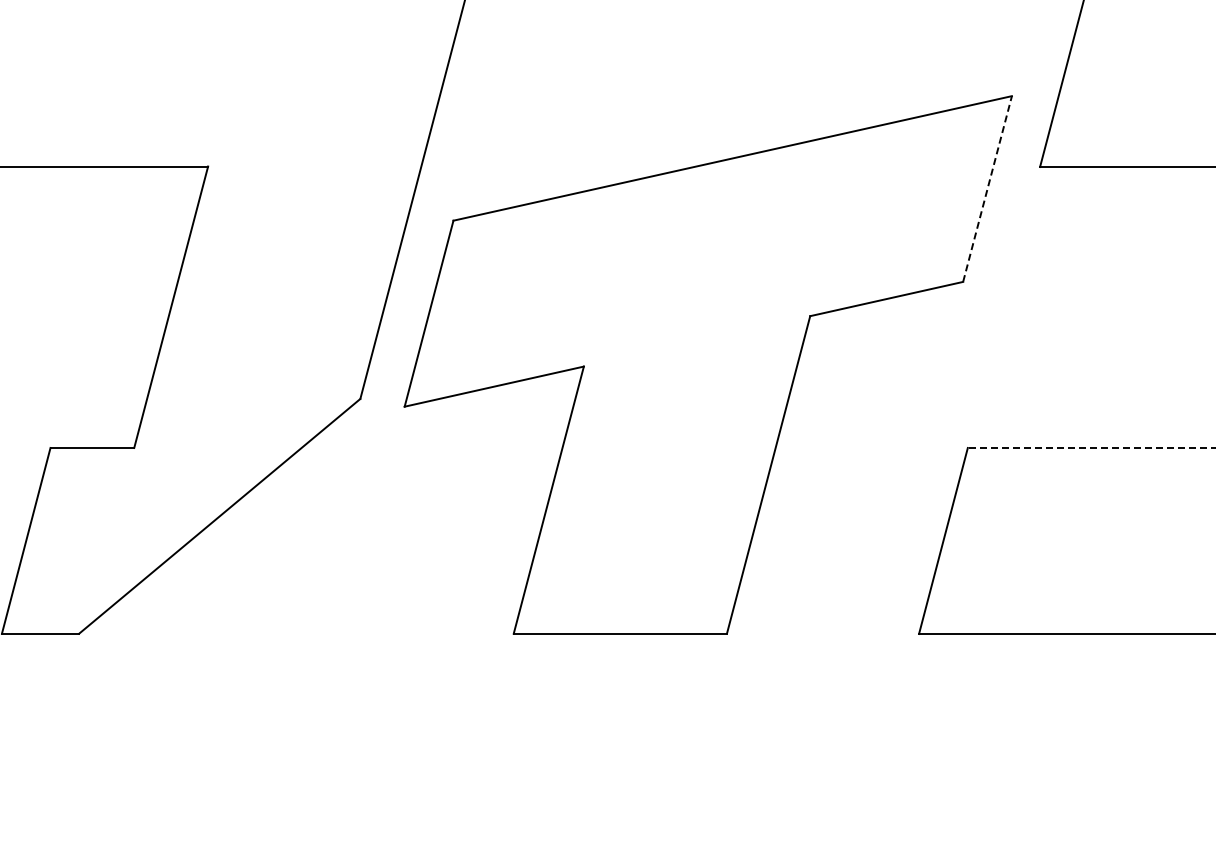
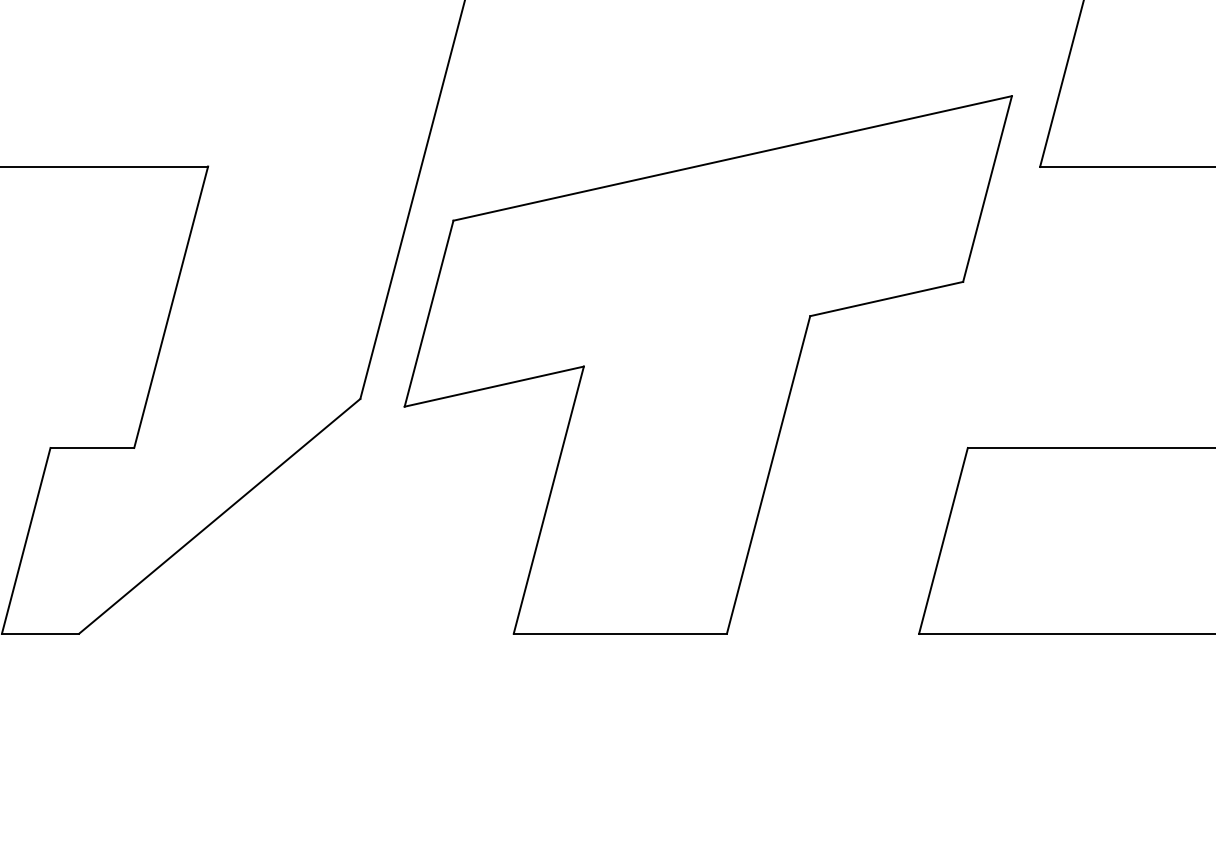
line at (987, 188): dashed -> solid
line at (1091, 447): dashed -> solid
